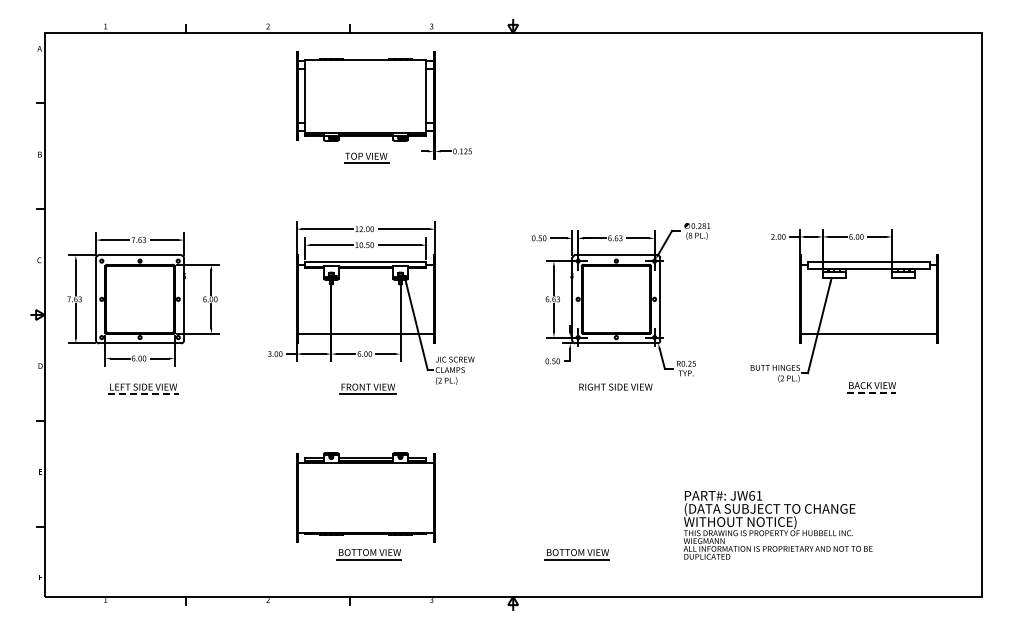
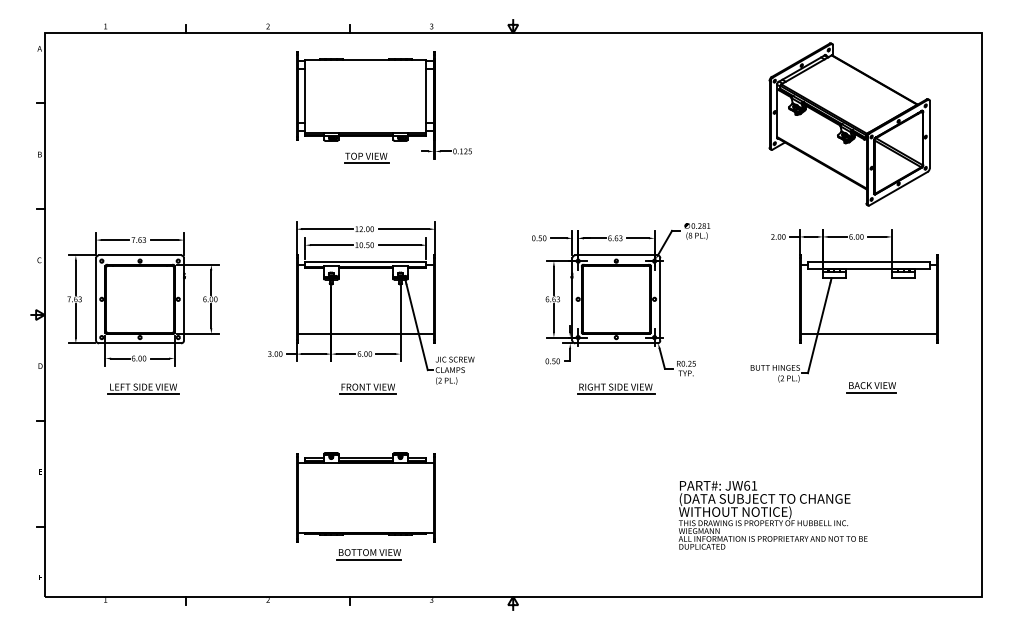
part at (849, 124): none -> present
line at (872, 392): dashed -> solid
line at (144, 394): dashed -> solid
line at (616, 394): none -> present
text at (777, 525) position: (777, 525) -> (772, 515)
part at (576, 554): present -> none
